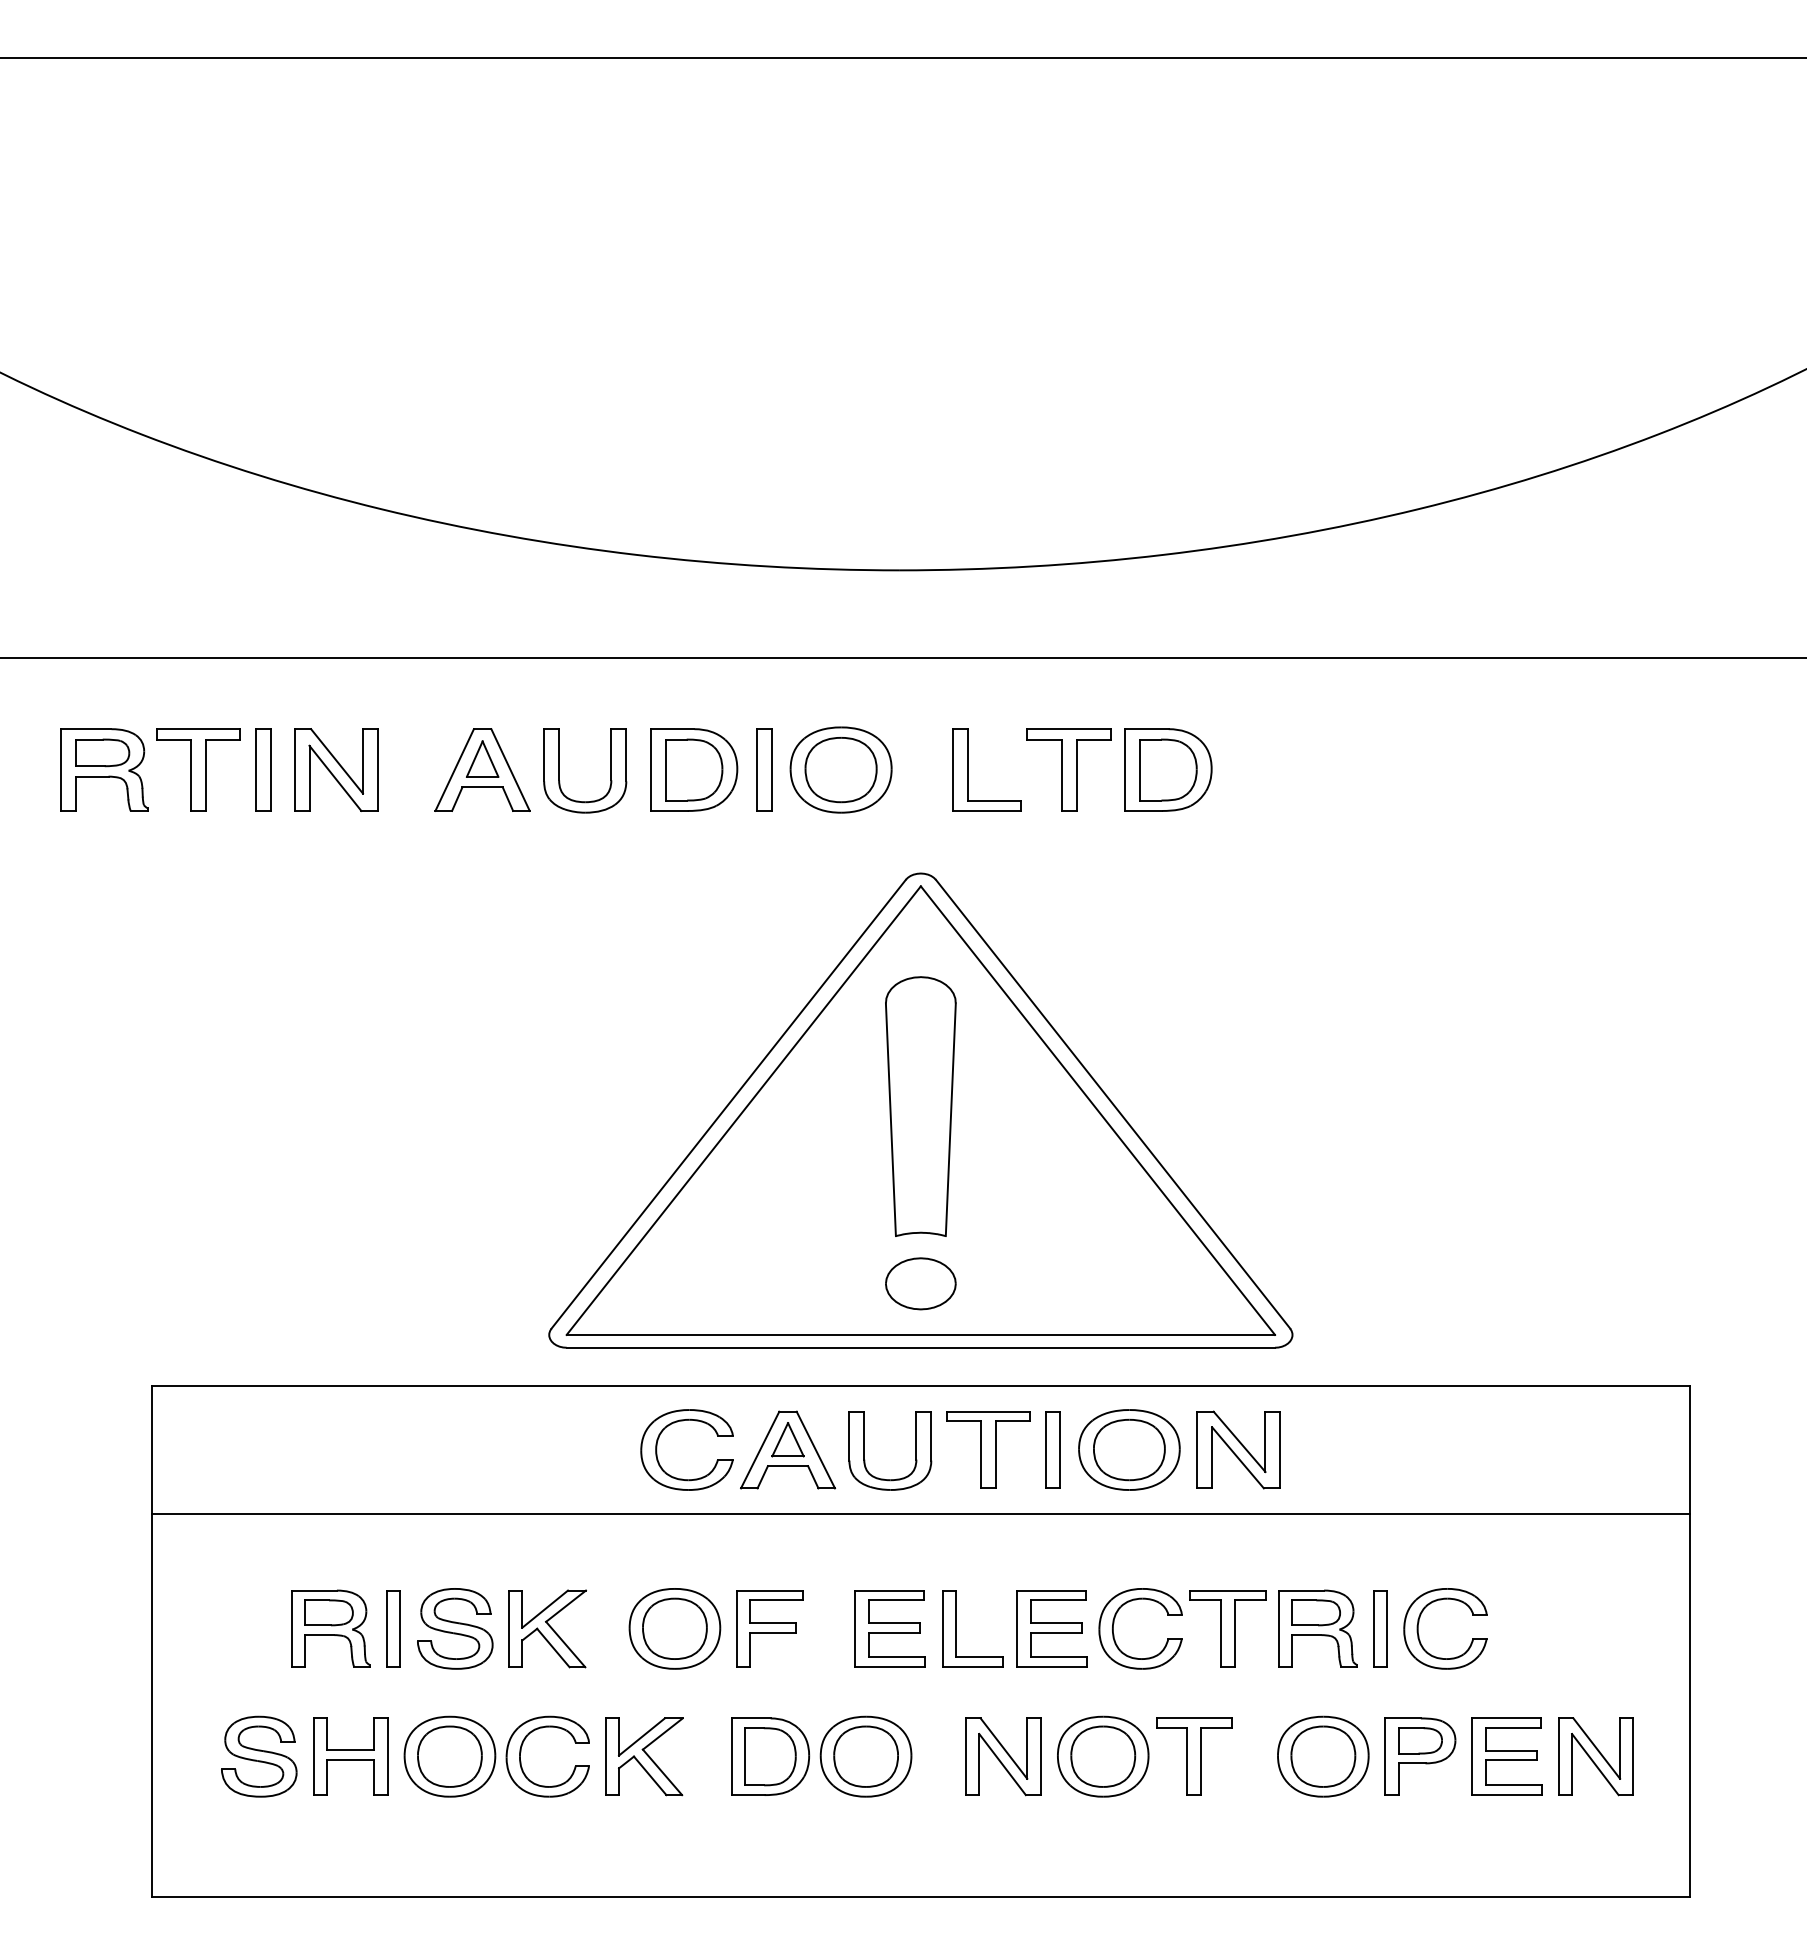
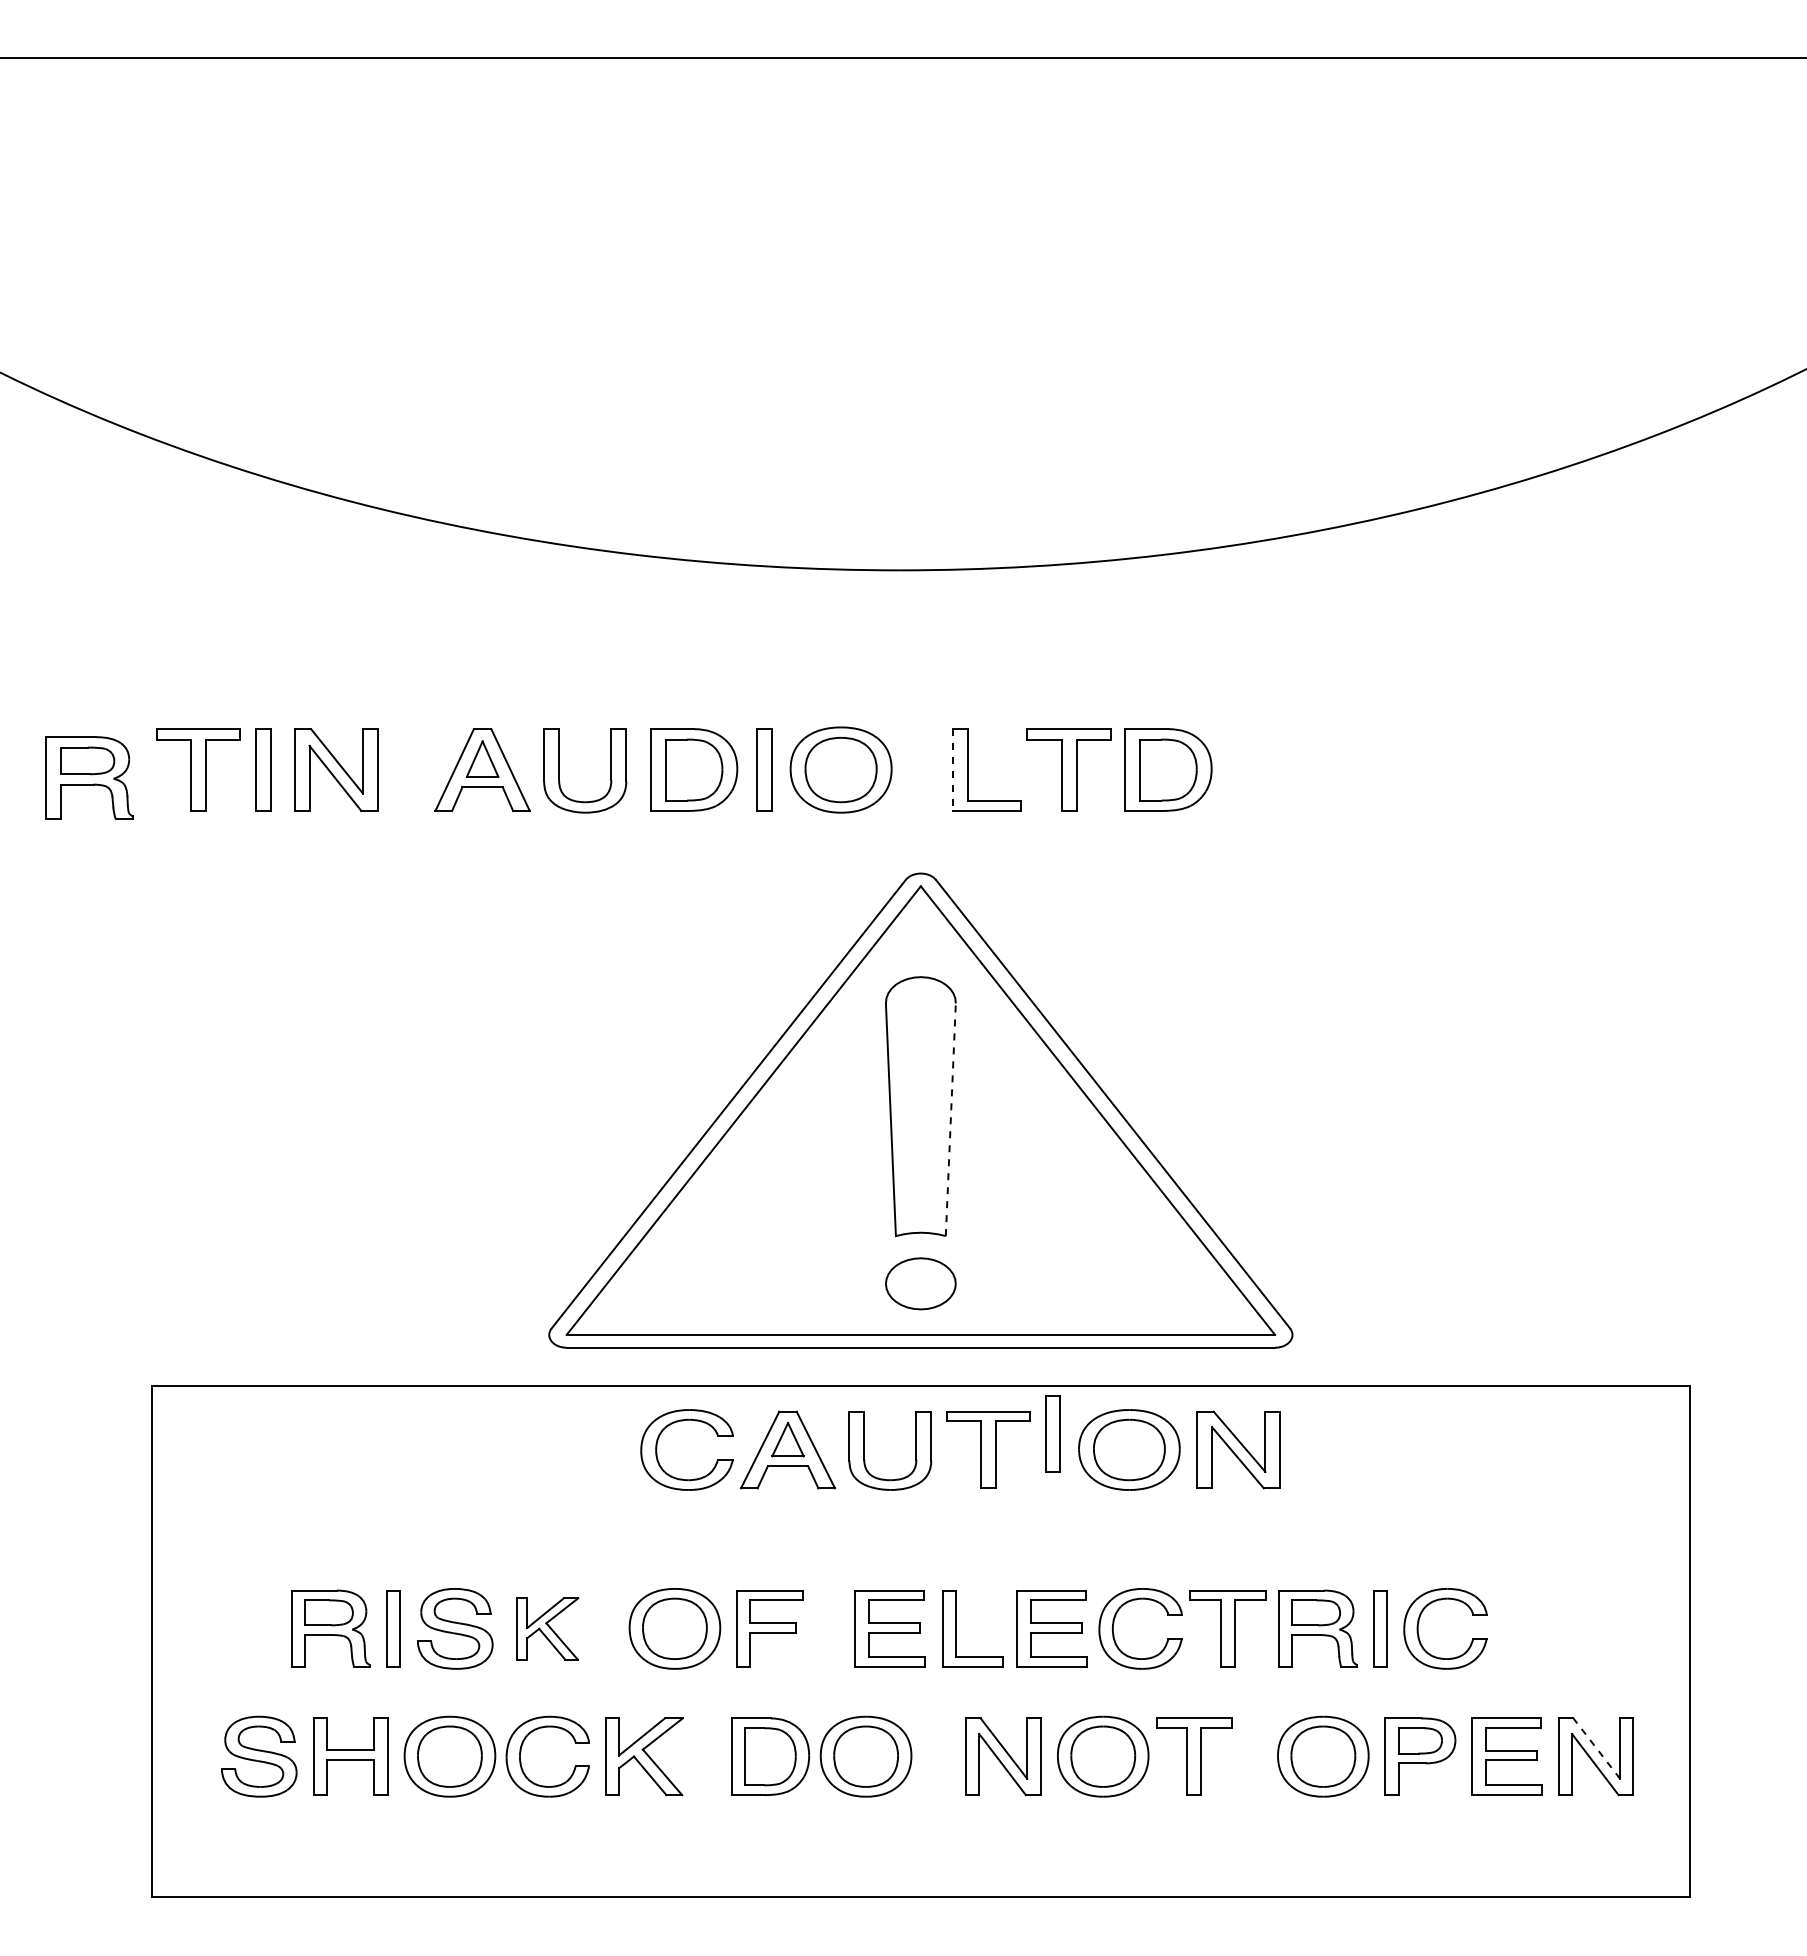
line at (902, 657): present -> none
part at (104, 769) position: (104, 769) -> (89, 777)
line at (953, 770): solid -> dashed
line at (950, 1119): solid -> dashed
part at (1052, 1449) position: (1052, 1449) -> (1052, 1433)
line at (920, 1513): present -> none
part at (547, 1628) size: 79x80 px -> 64x64 px
line at (1596, 1748): solid -> dashed
